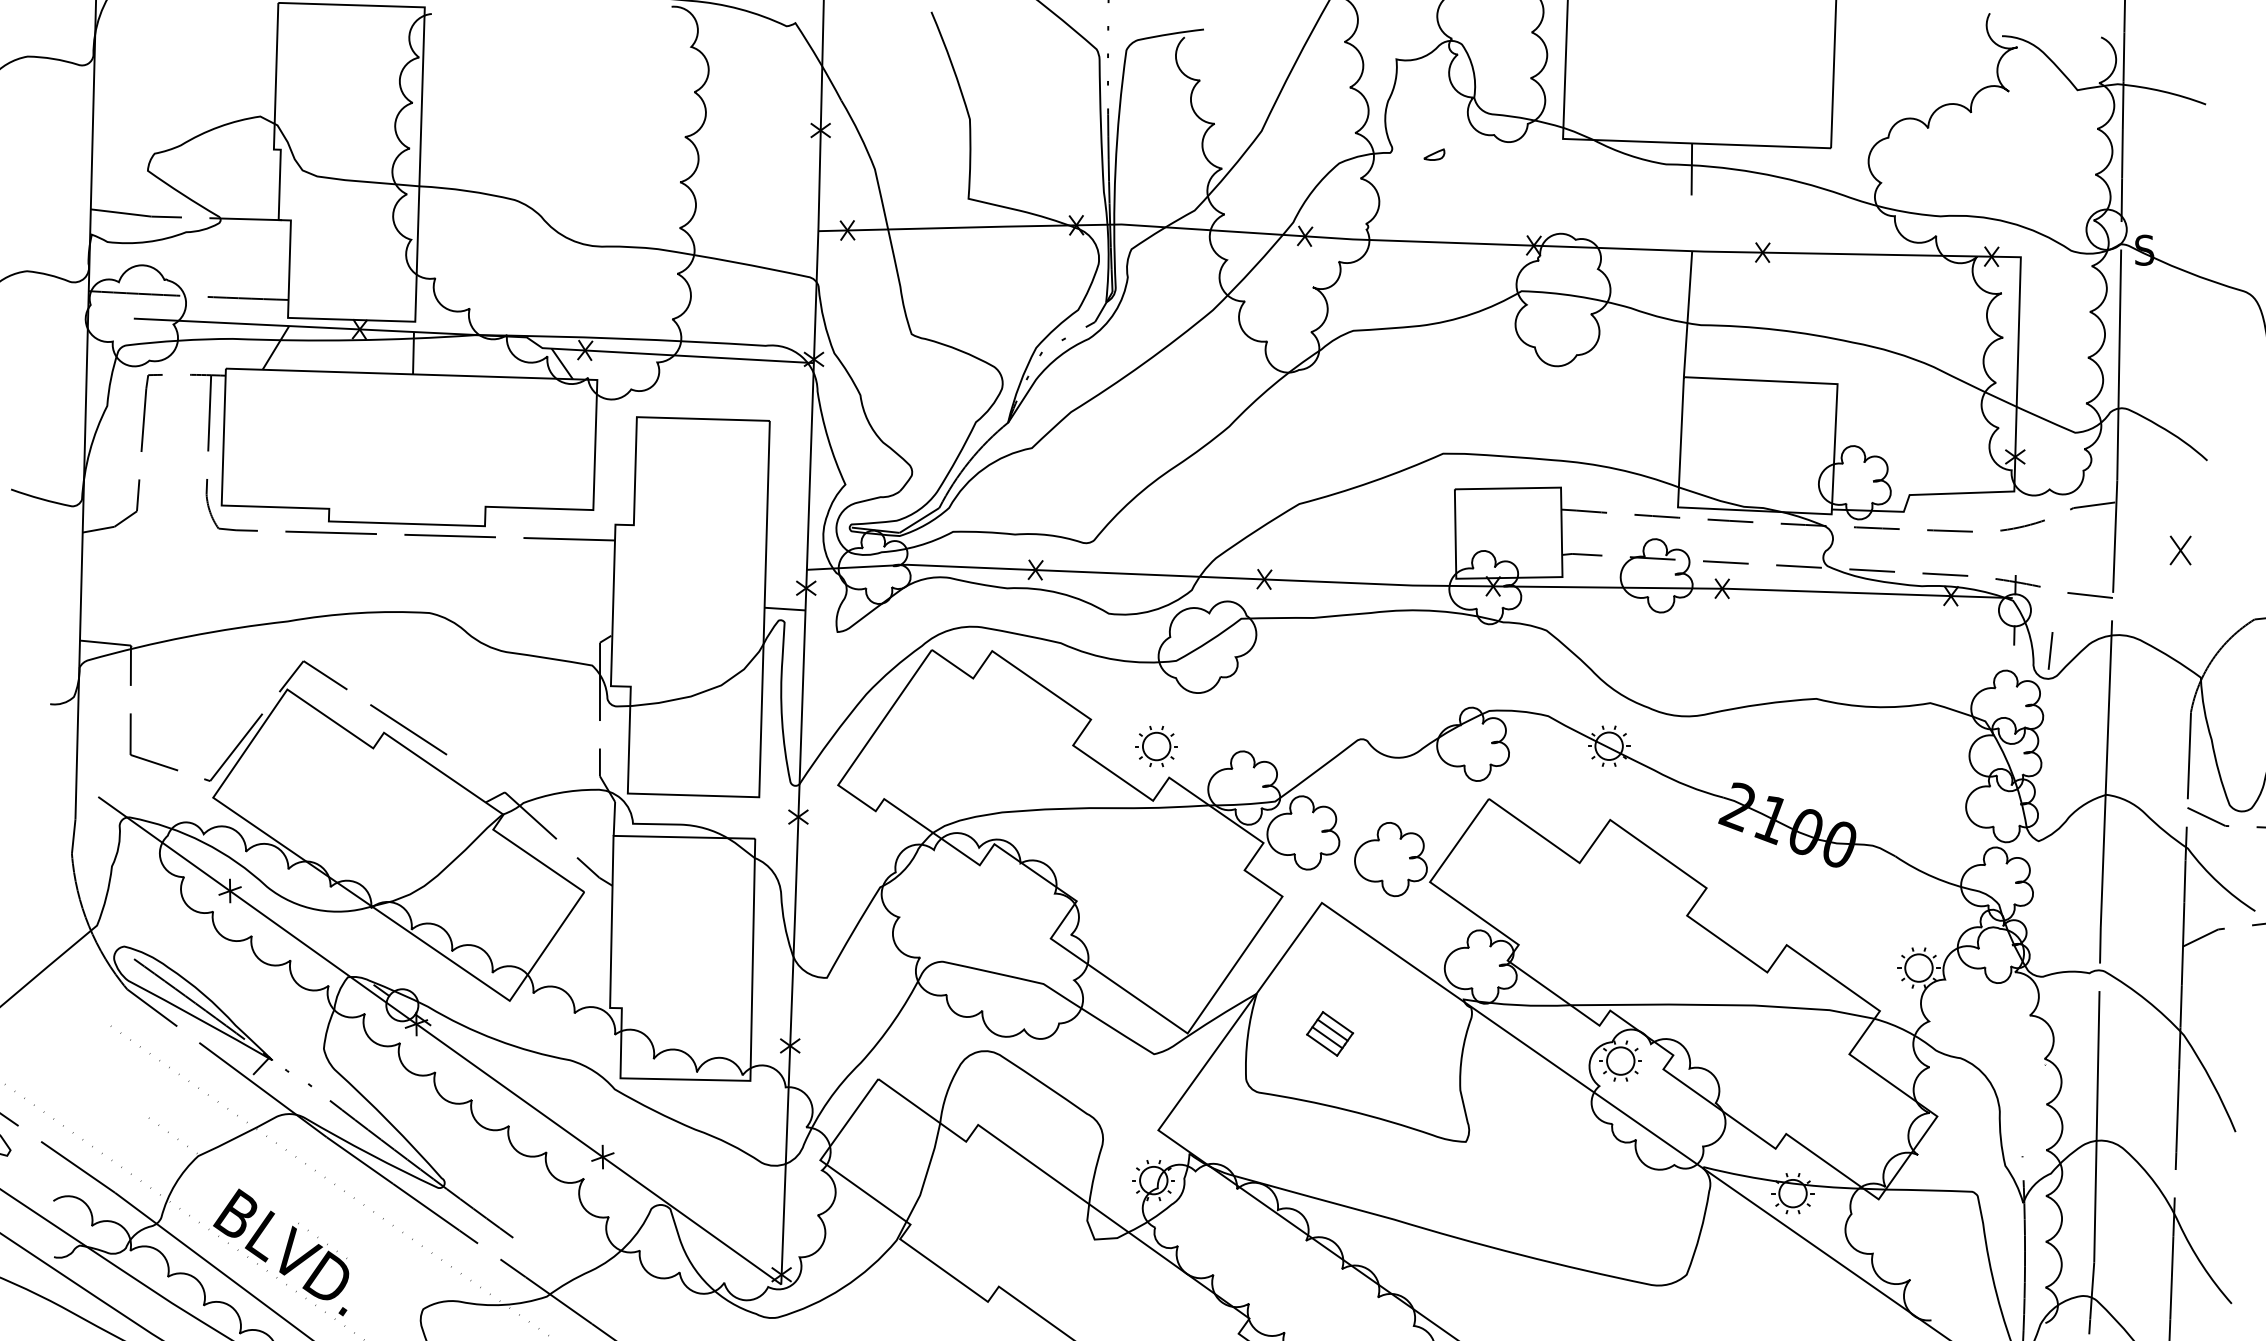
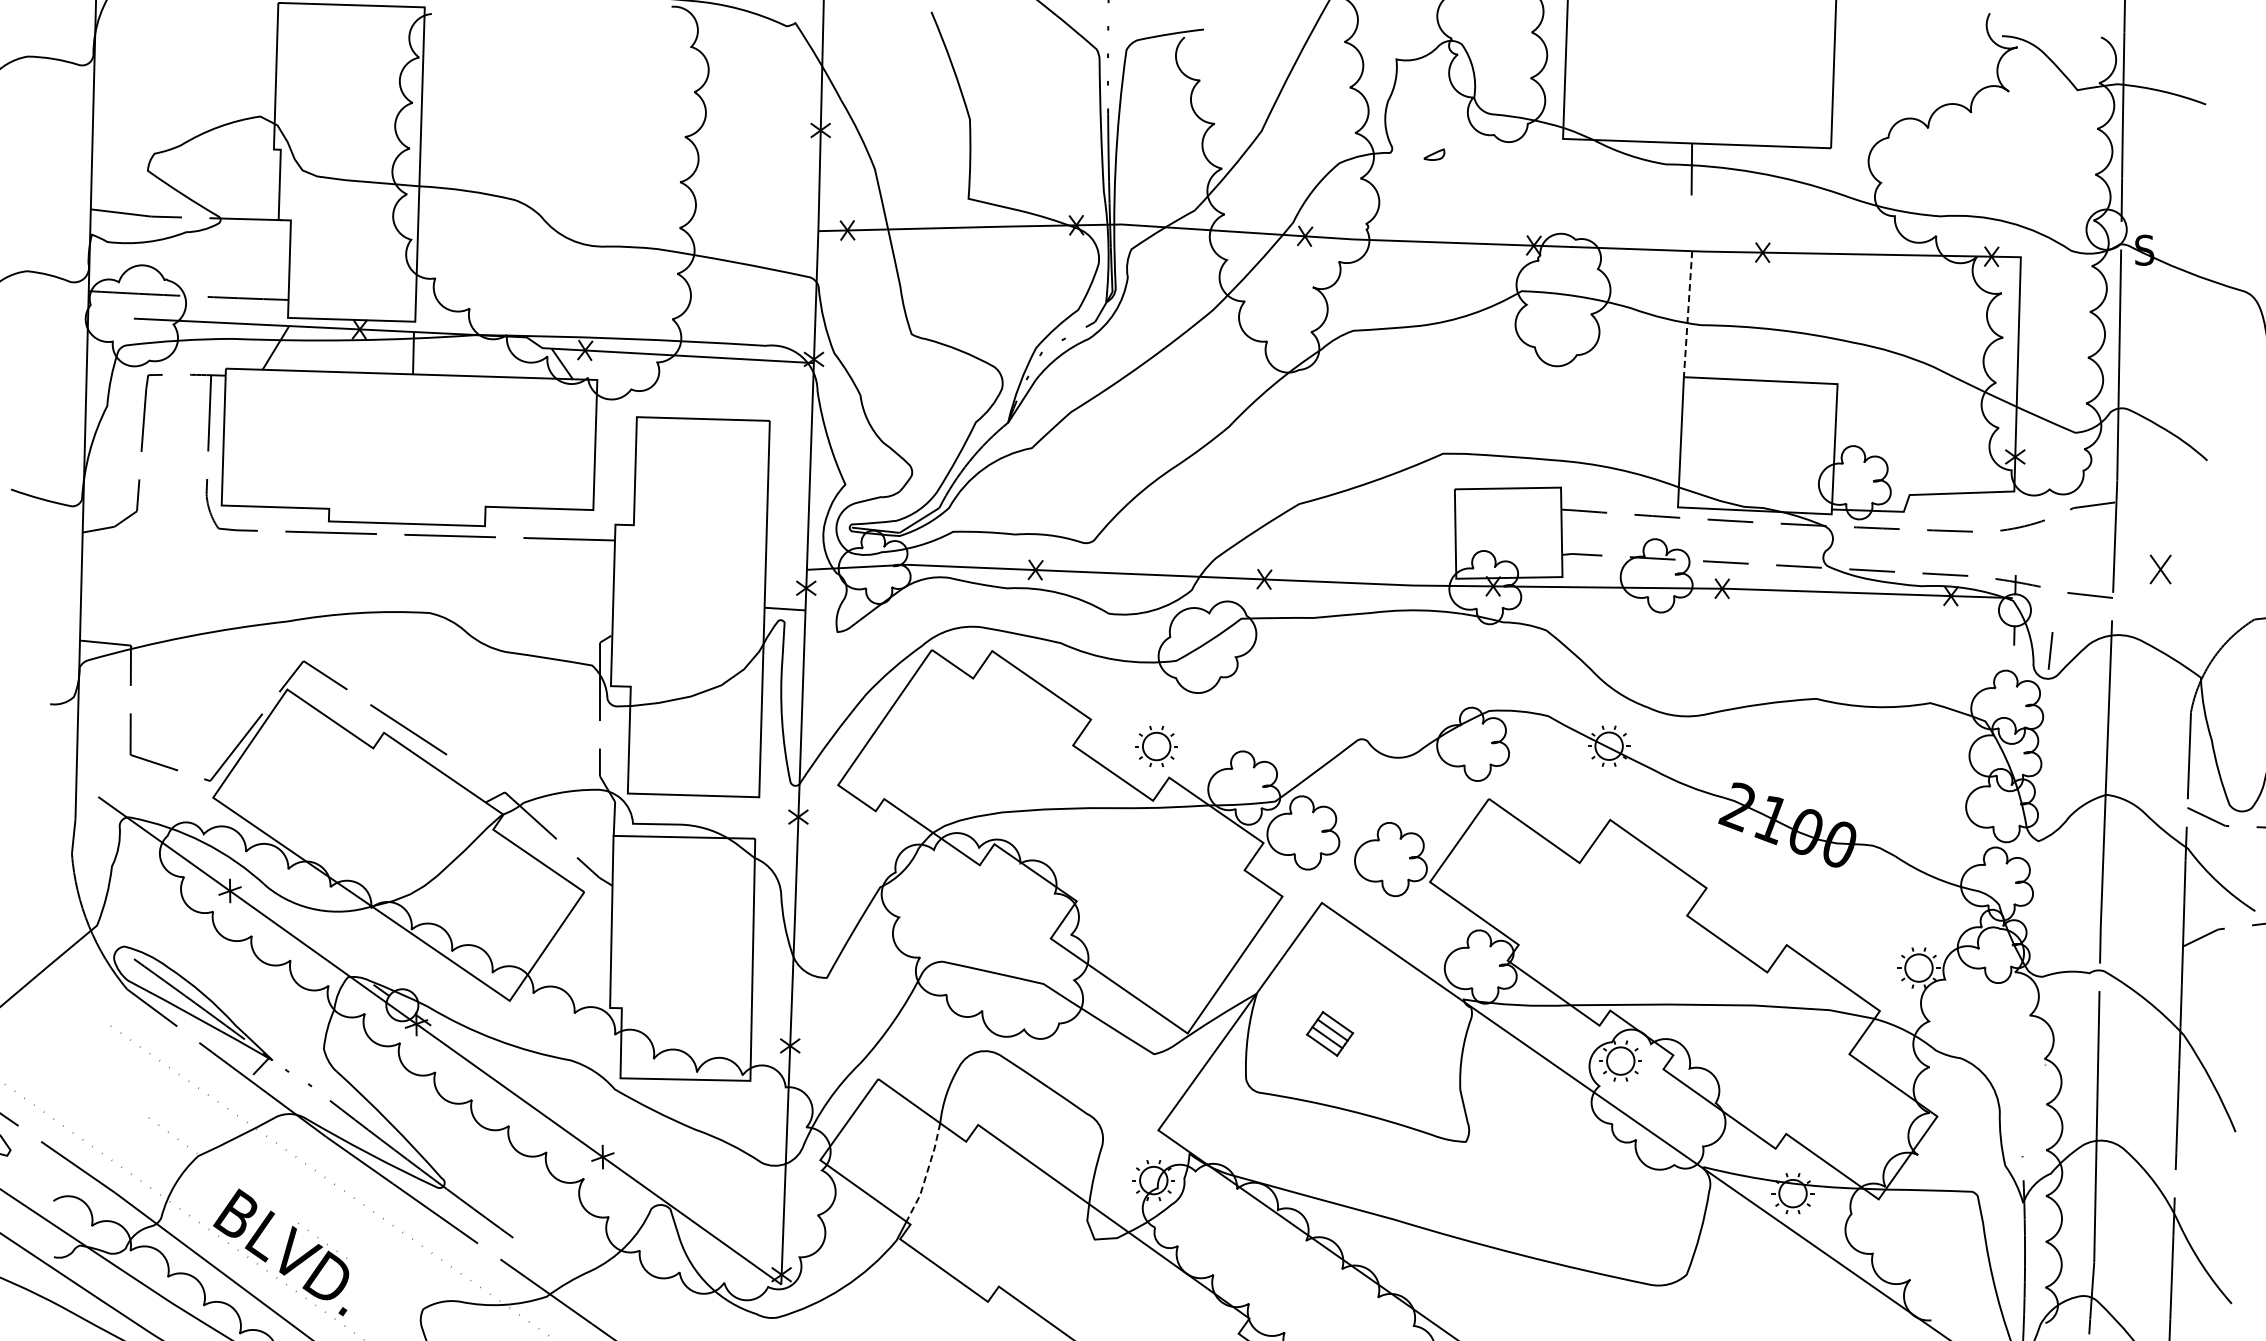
line at (1688, 314): solid -> dashed
part at (2180, 550) position: (2180, 550) -> (2160, 569)
line at (926, 1173): solid -> dashed
